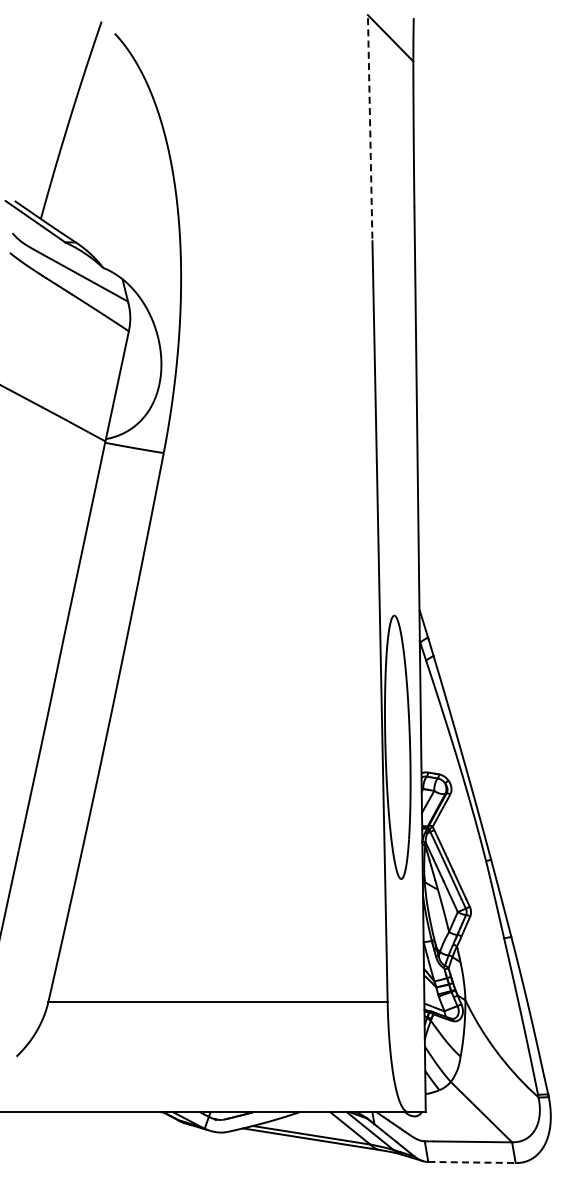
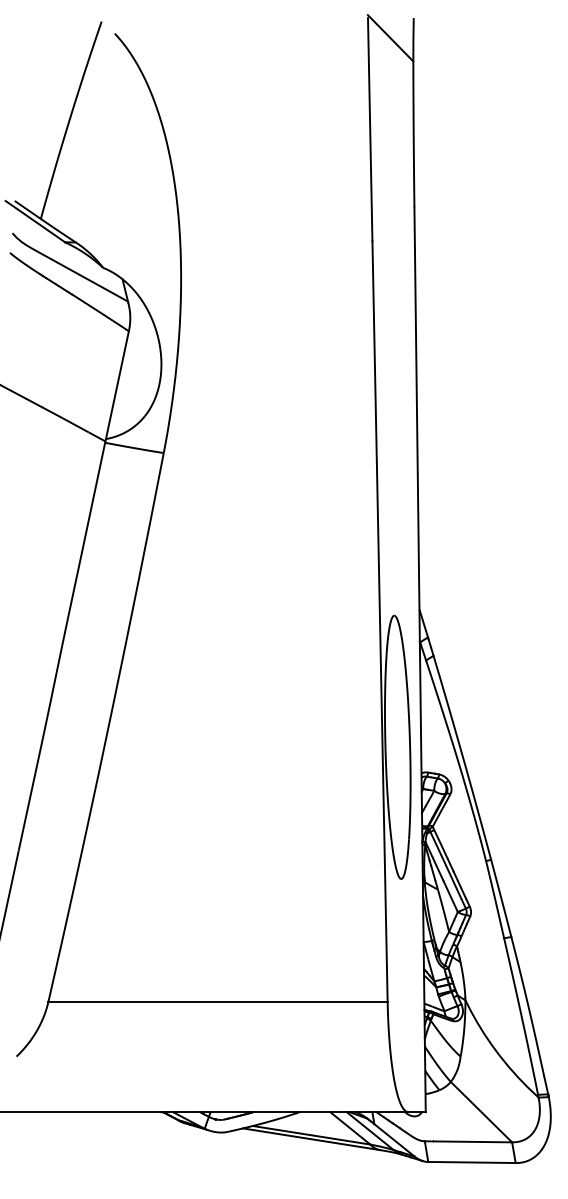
line at (370, 129): dashed -> solid
line at (472, 1162): dashed -> solid
